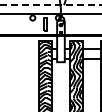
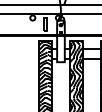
line at (51, 5): dashed -> solid
